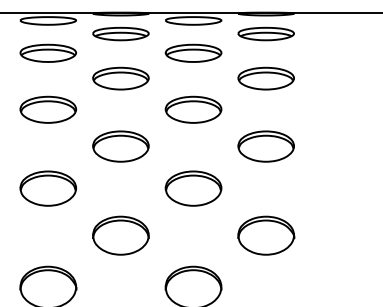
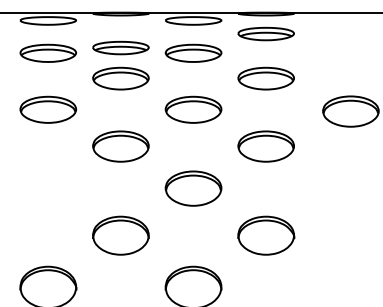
part at (120, 33) position: (120, 33) -> (120, 47)
part at (350, 111): none -> present
part at (47, 188): present -> none
